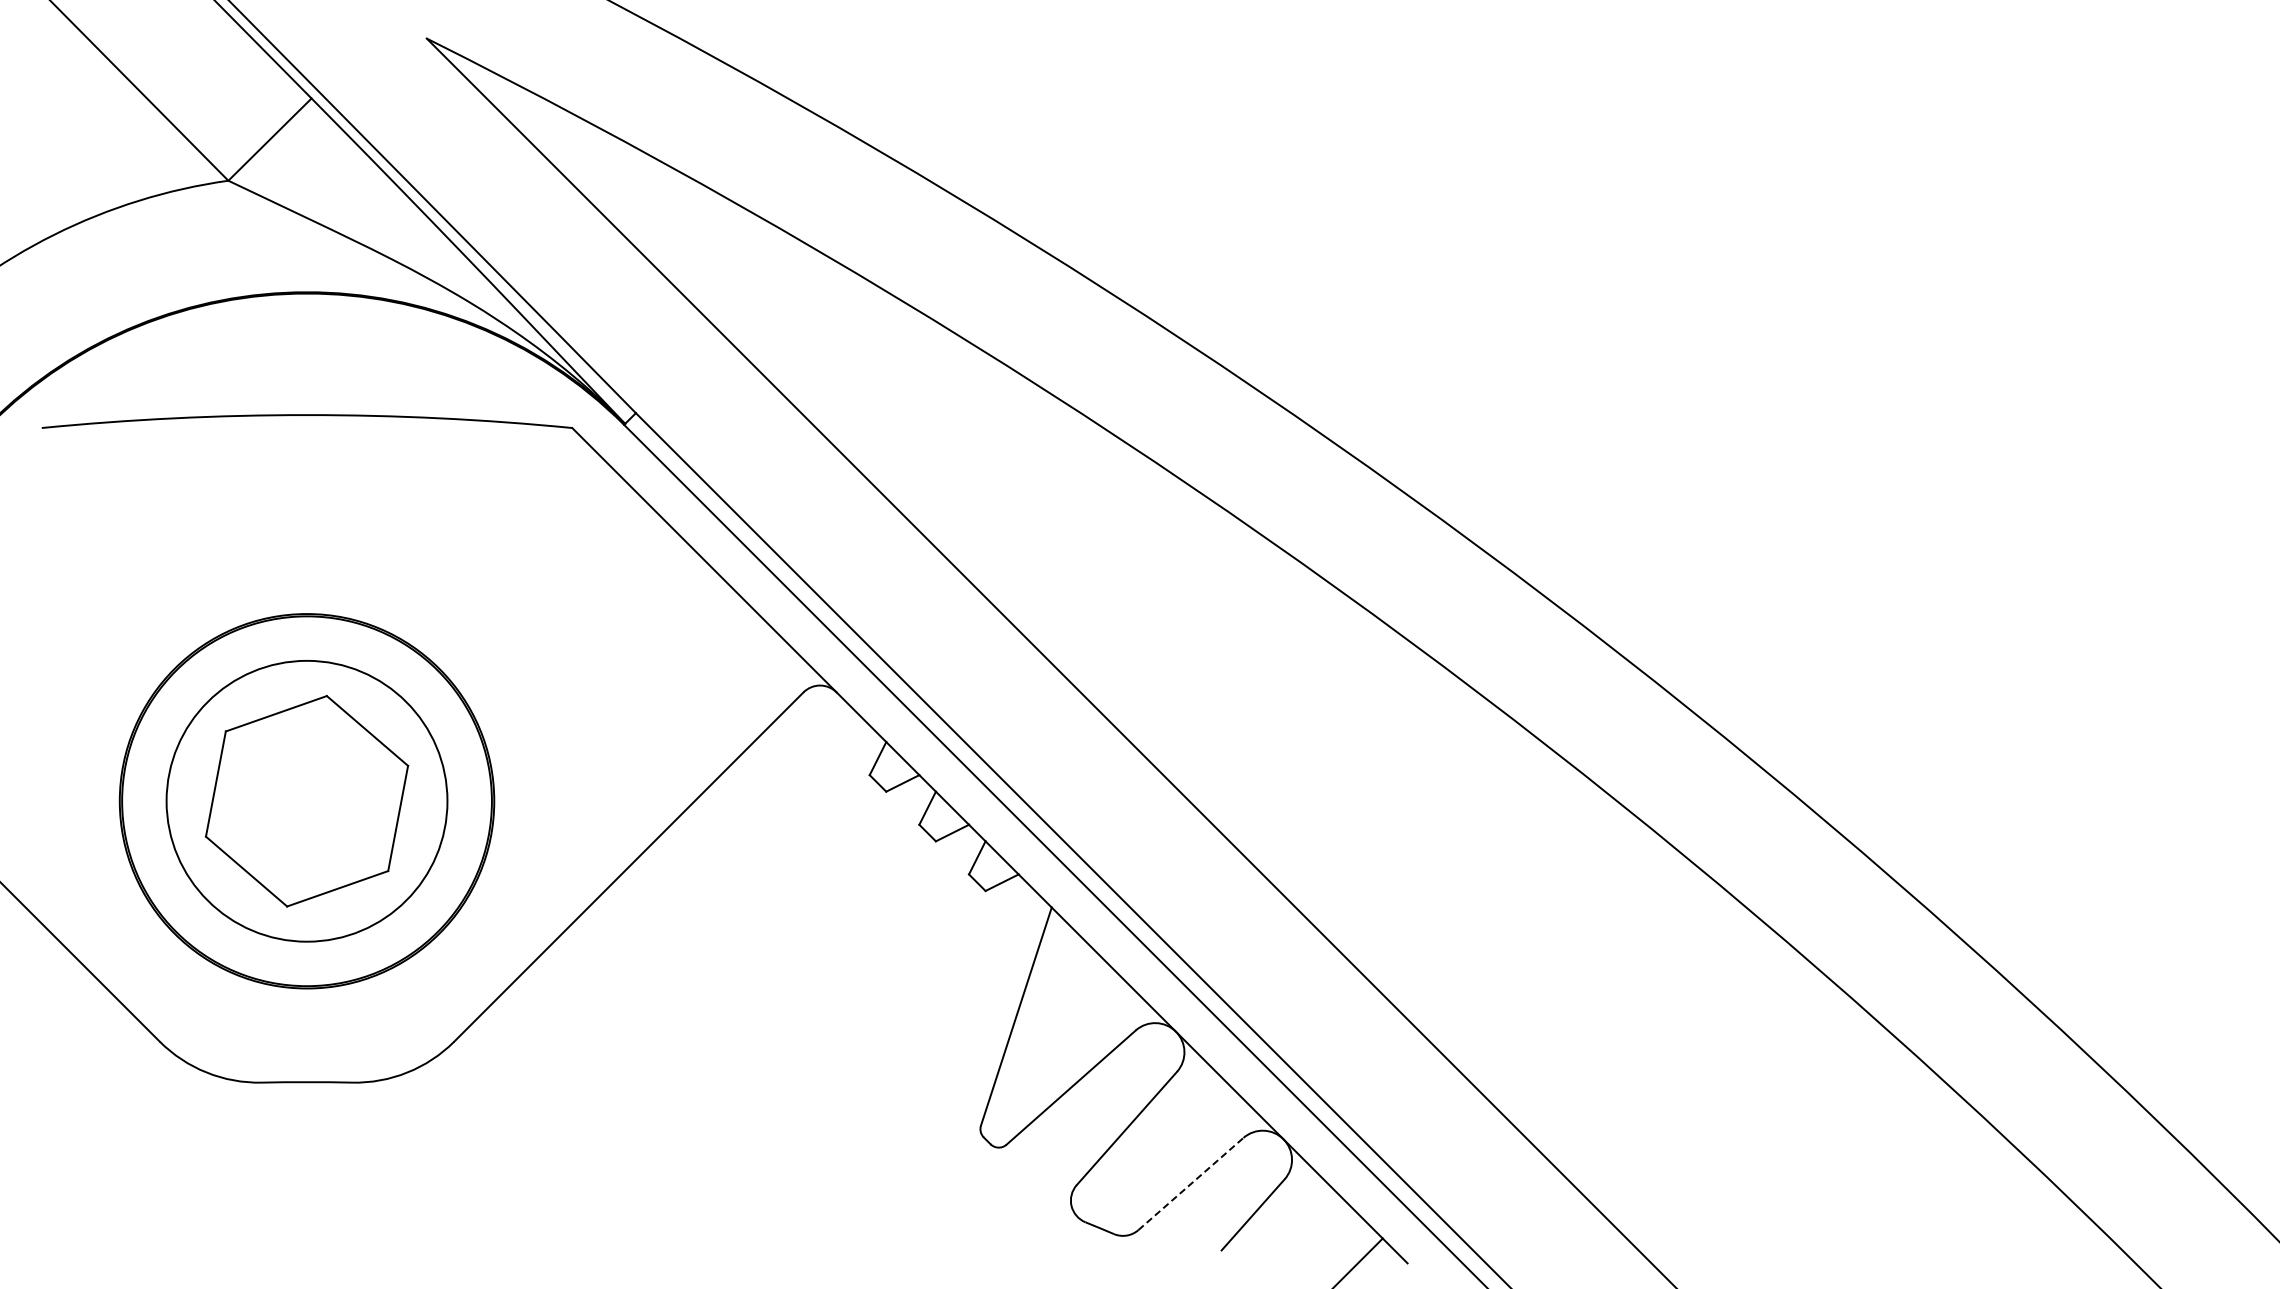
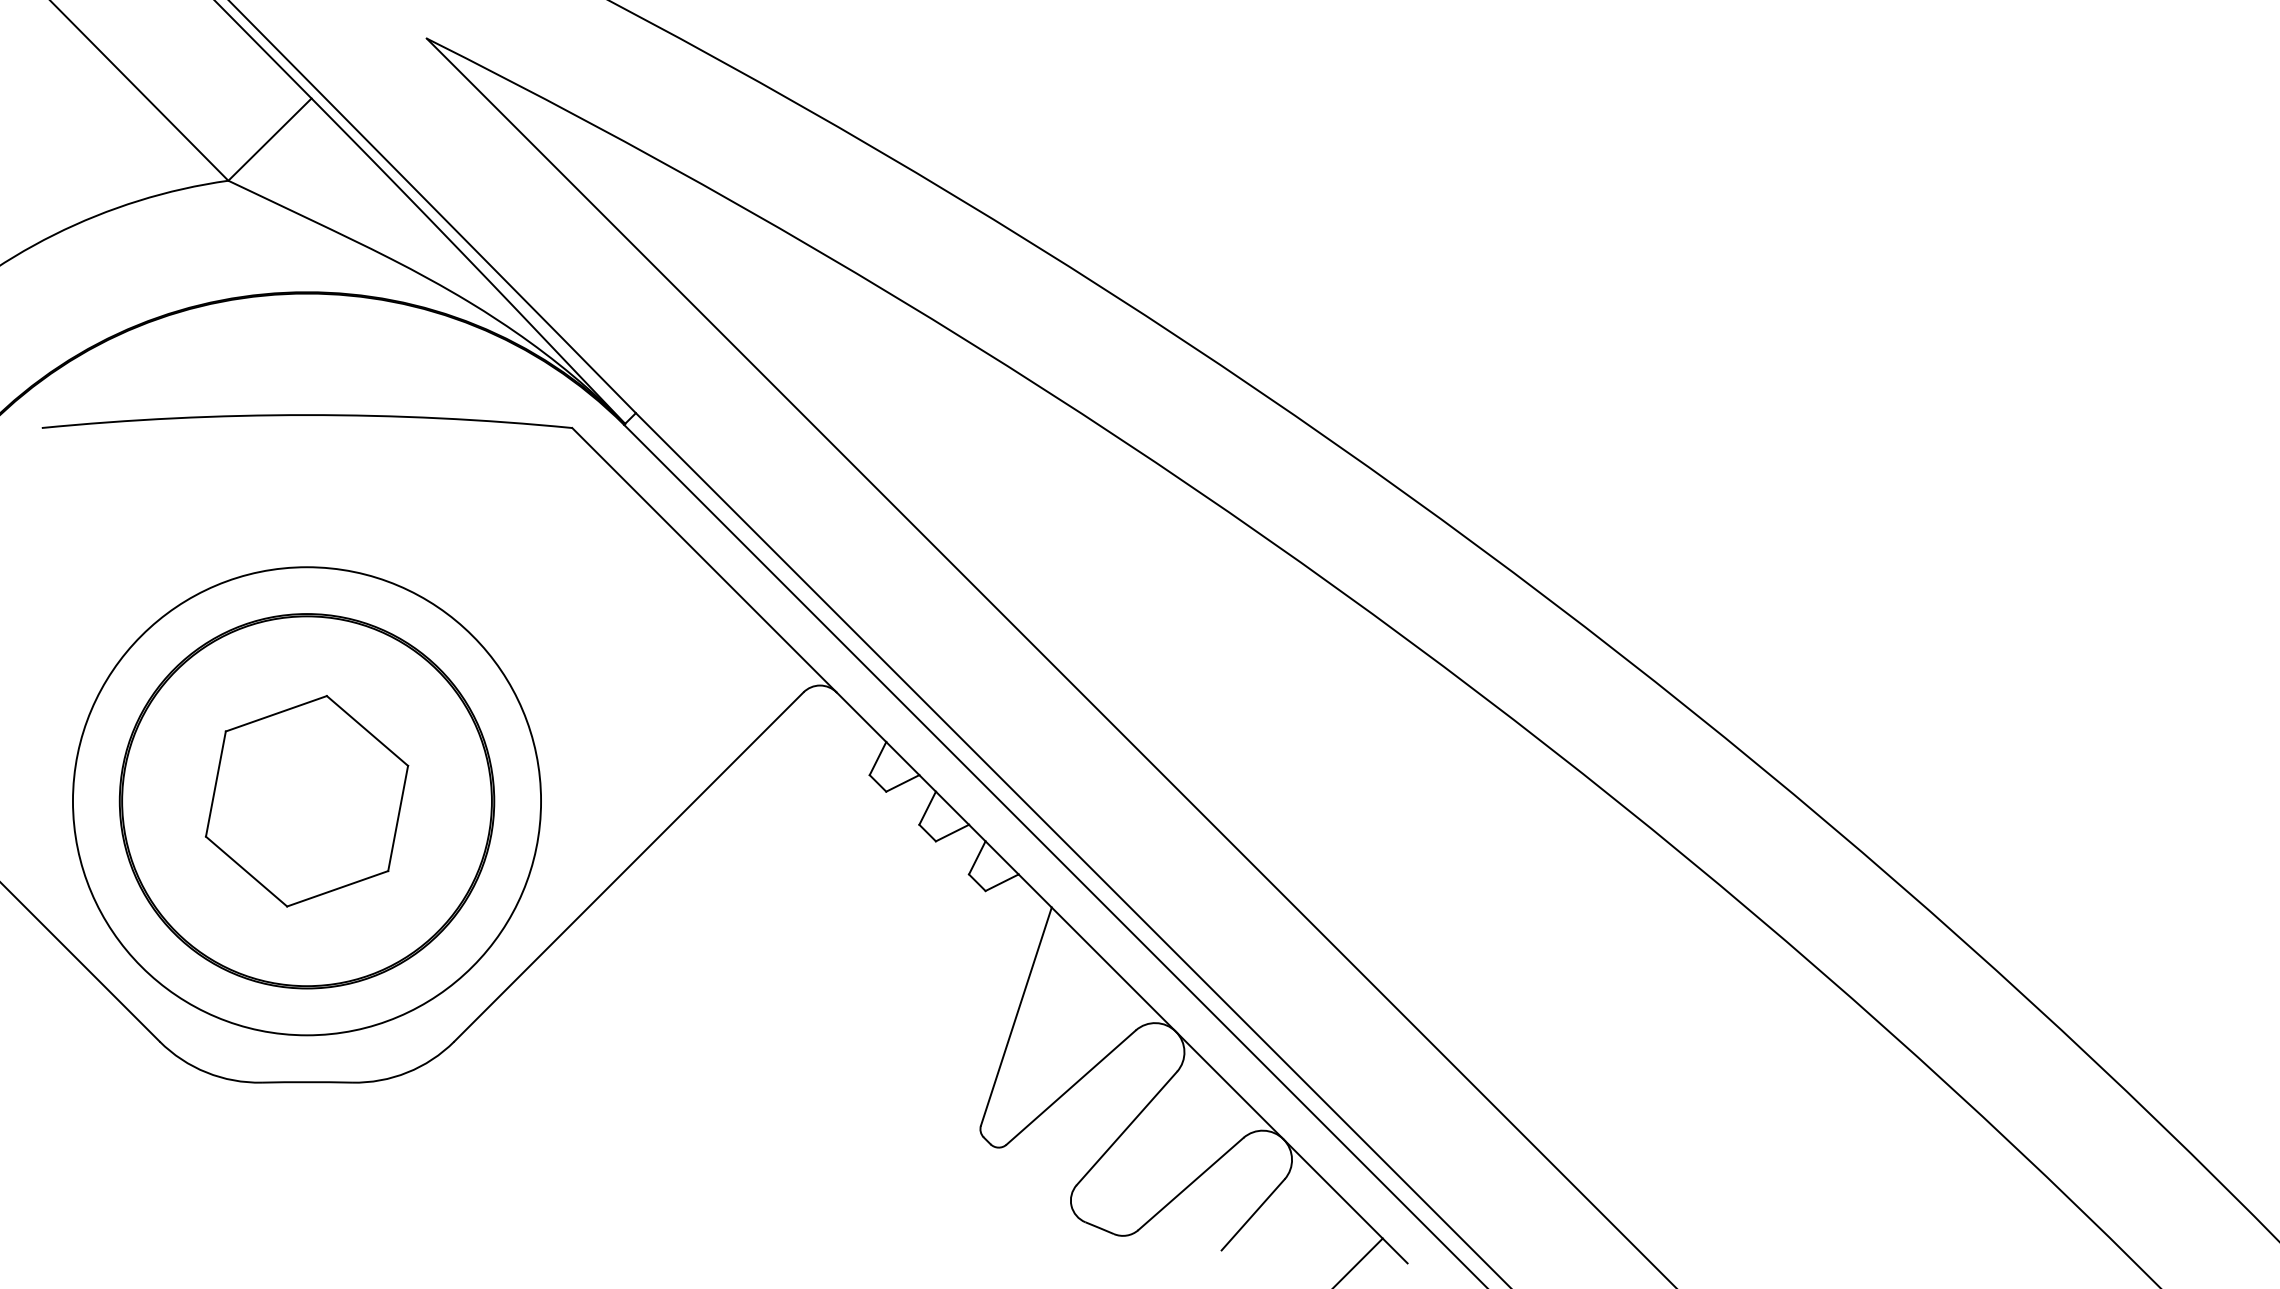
circle at (306, 800) diameter: 281 px -> 468 px
line at (1190, 1184): dashed -> solid
